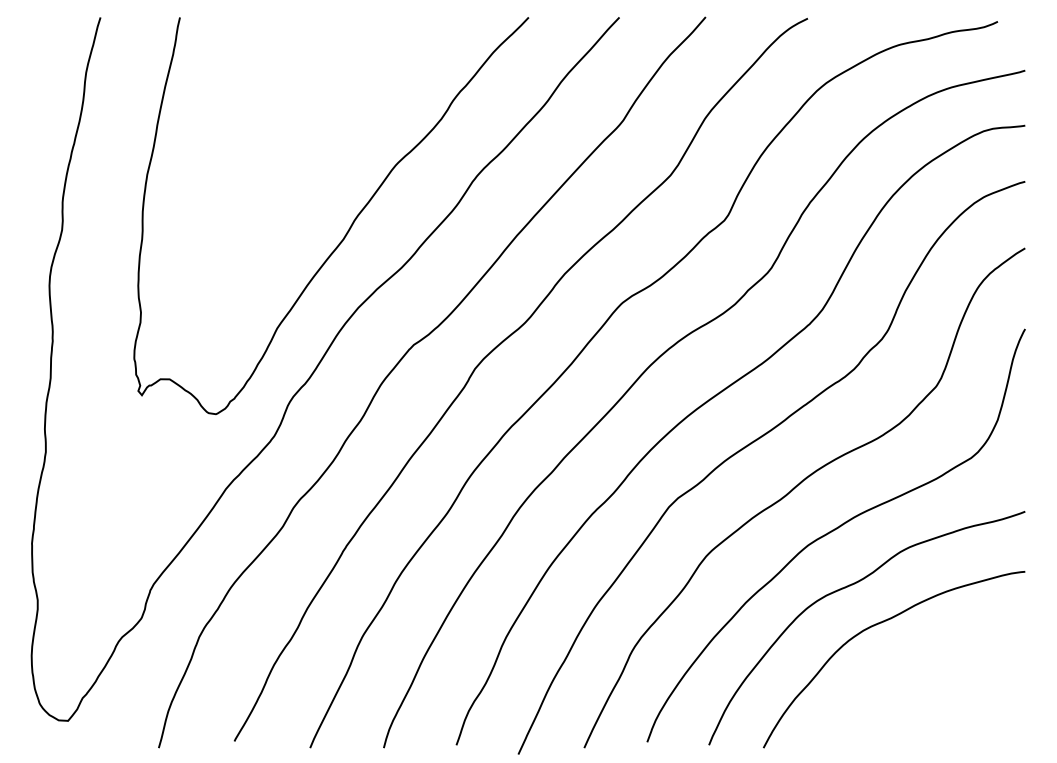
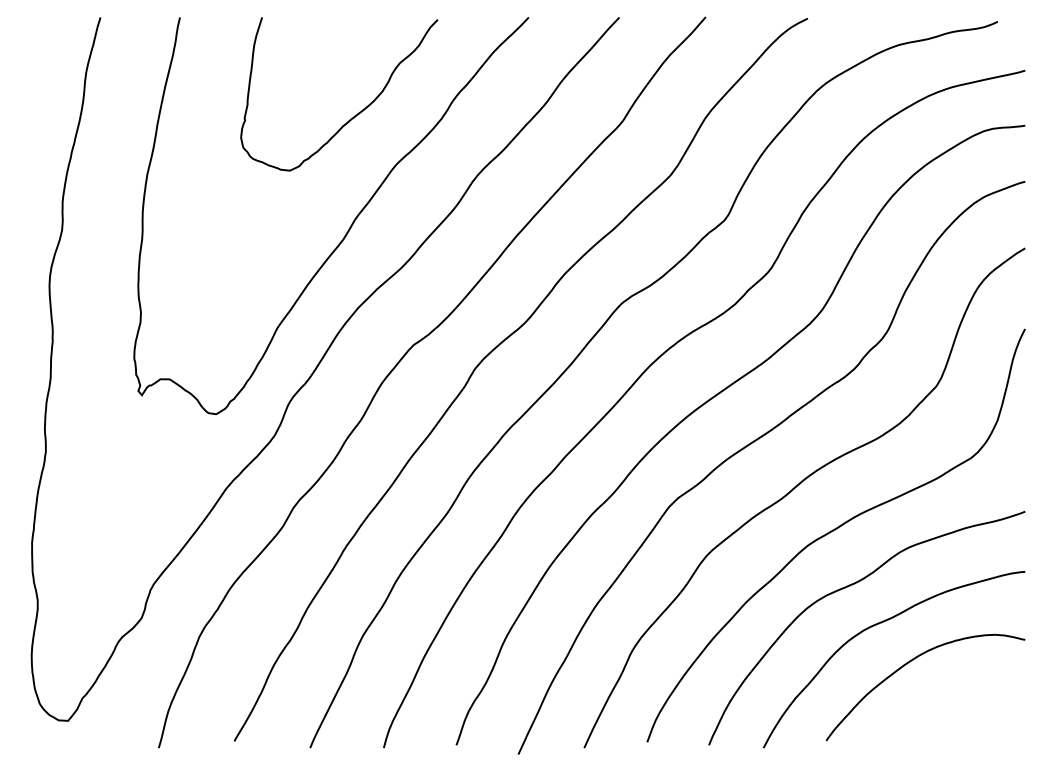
curve at (354, 115): none -> present
curve at (910, 662): none -> present
